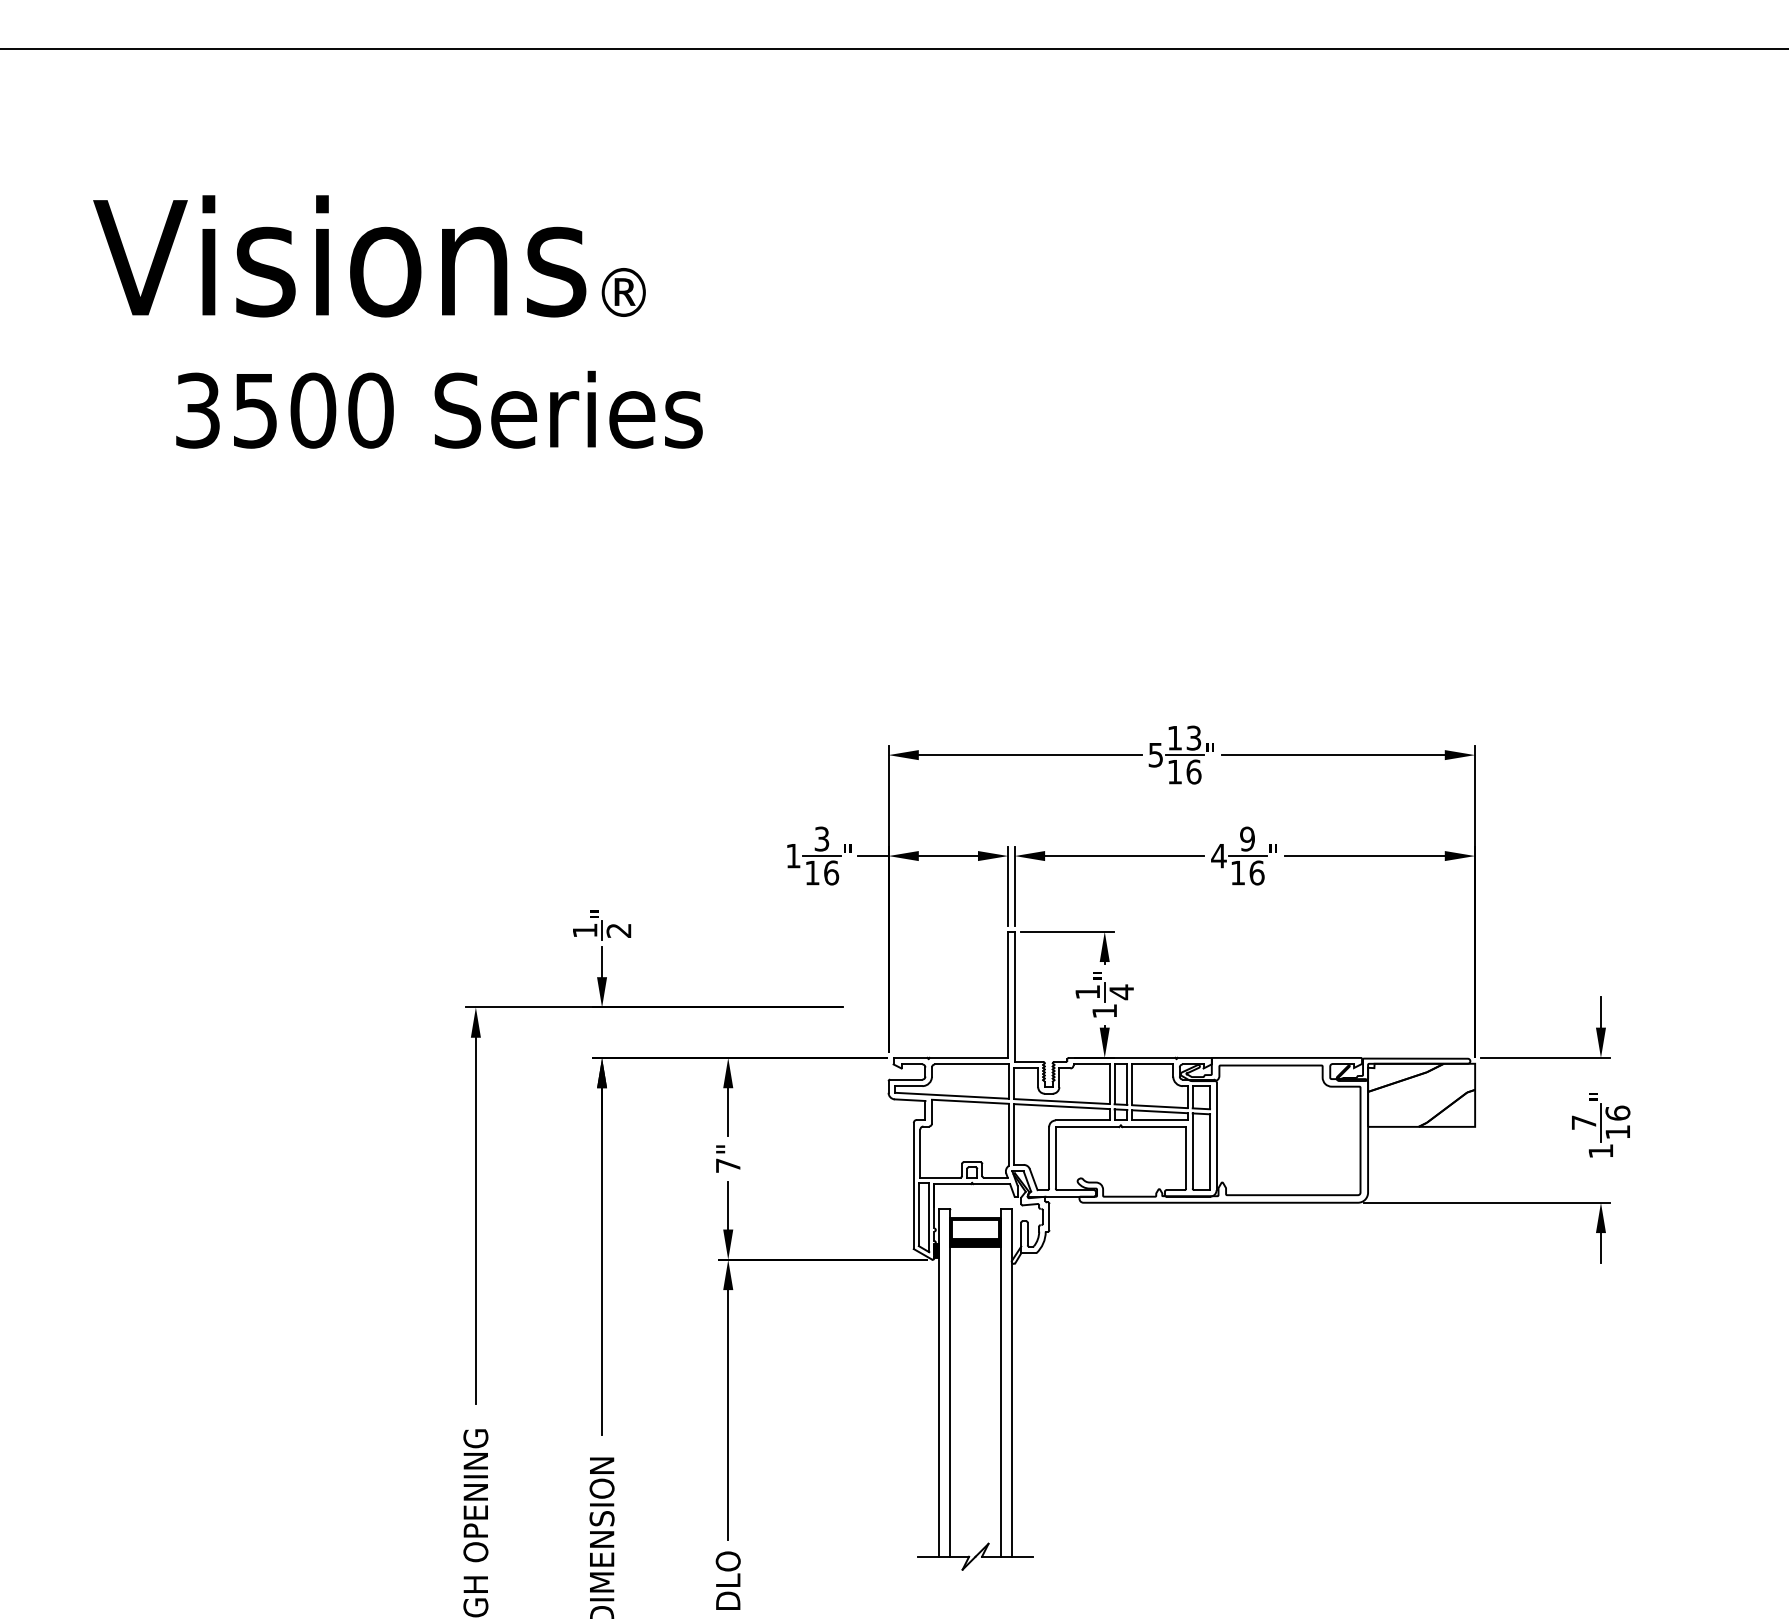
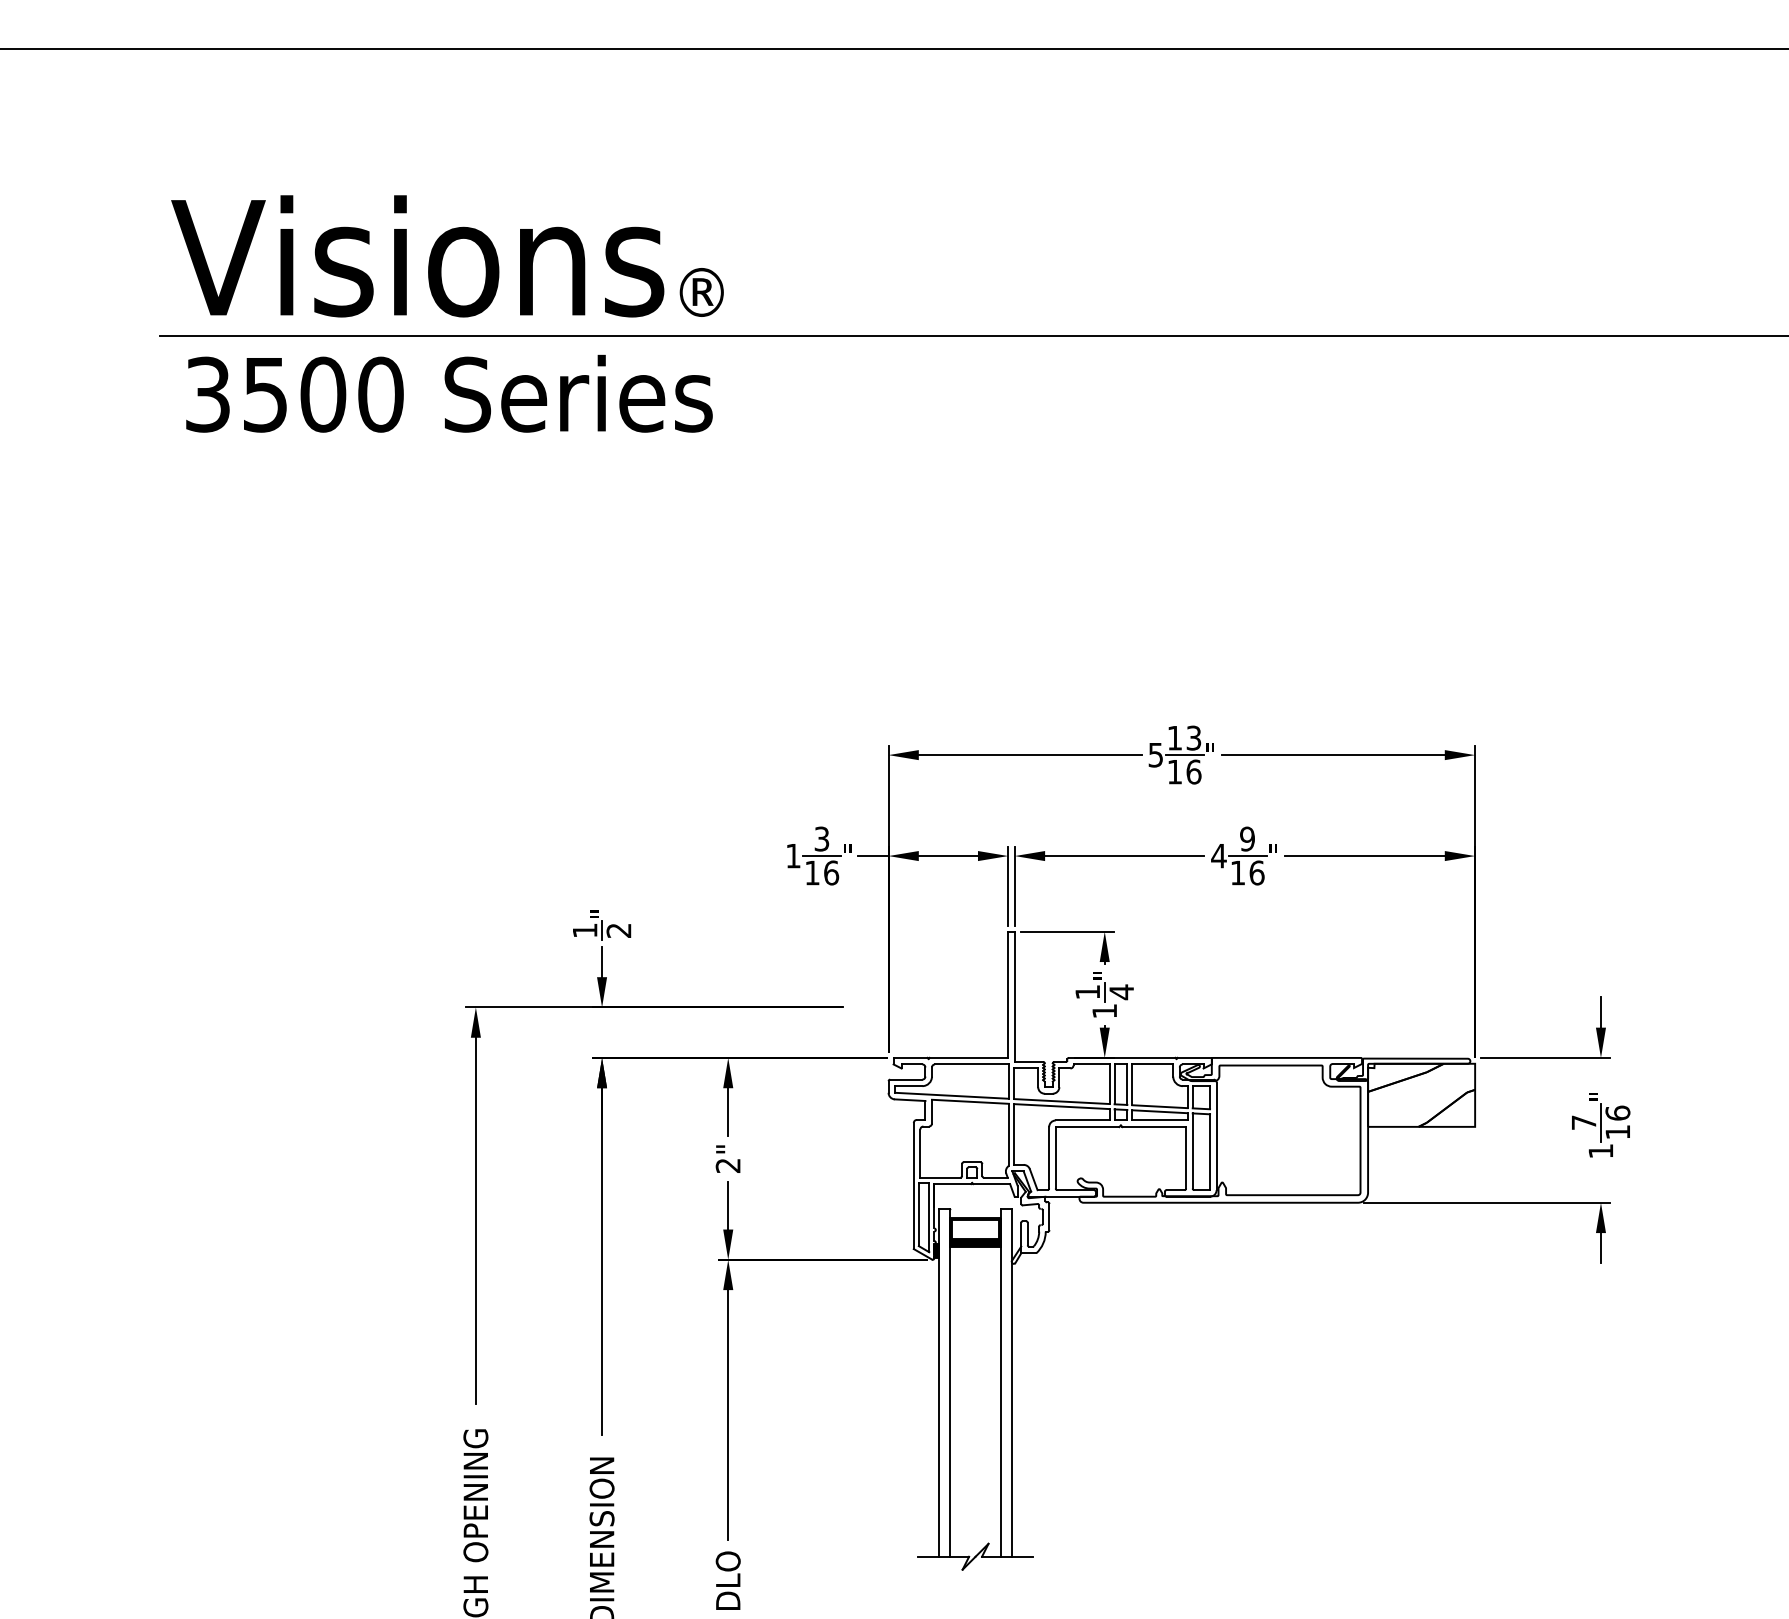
text at (369, 256) position: (369, 256) -> (447, 256)
line at (972, 336): none -> present
text at (439, 409) position: (439, 409) -> (449, 393)
text at (727, 1165): 7" -> 2"
